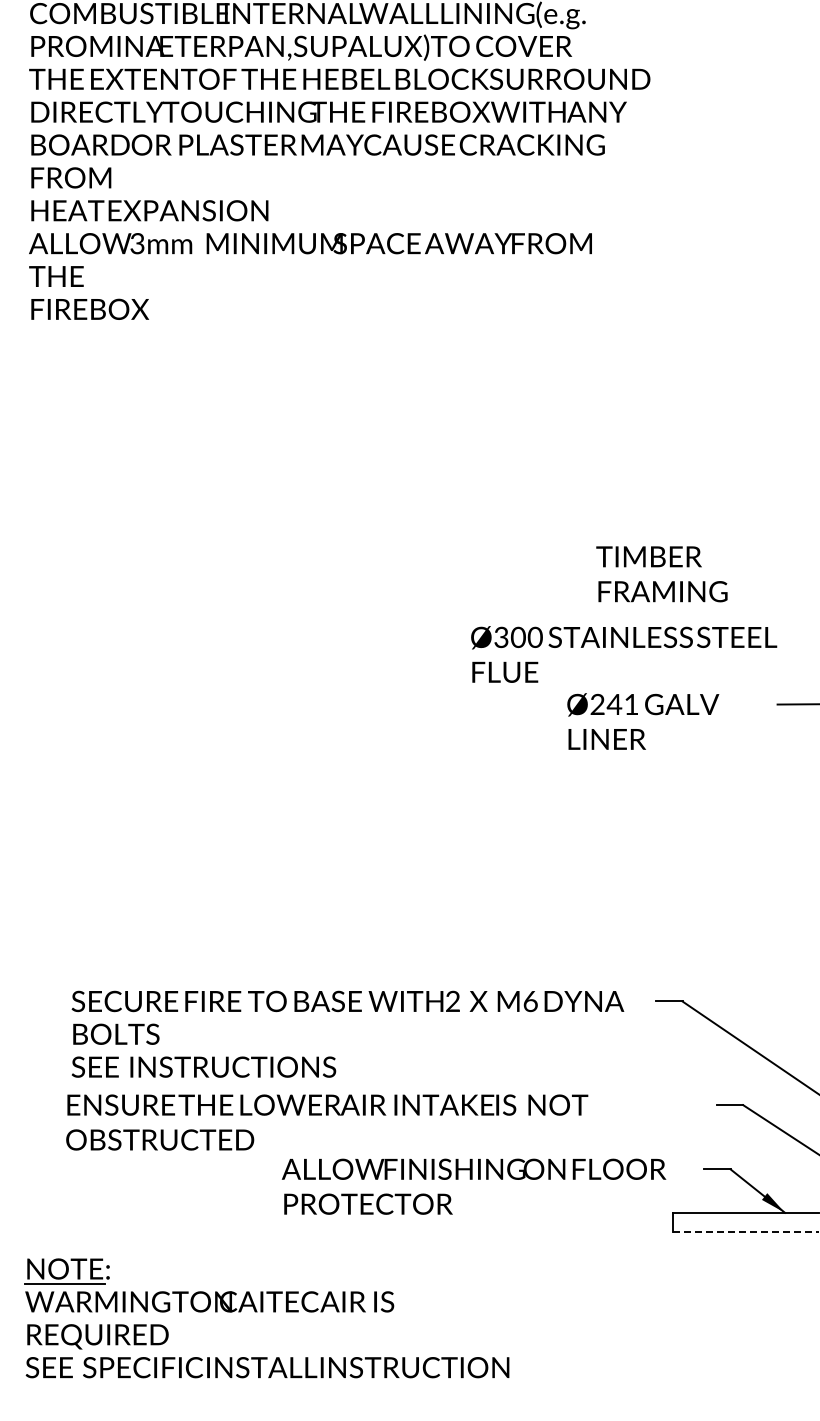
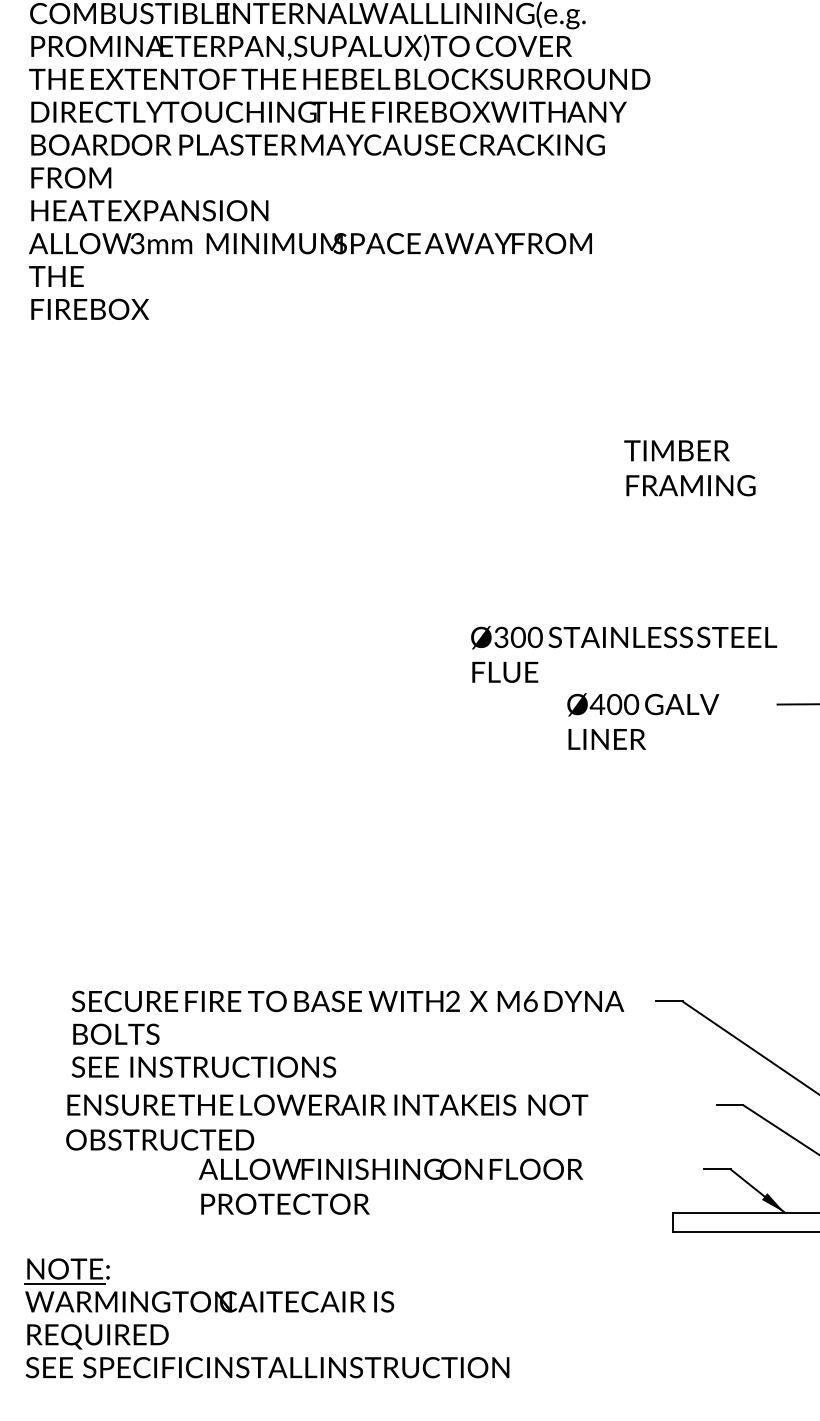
text at (661, 574) position: (661, 574) -> (689, 468)
text at (614, 704): Ø241 -> Ø400
text at (473, 1186) position: (473, 1186) -> (390, 1186)
line at (746, 1232): dashed -> solid
